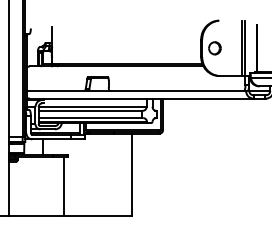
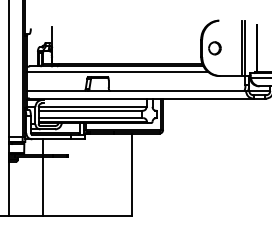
line at (117, 72): none -> present
line at (64, 186) position: (64, 186) -> (43, 186)
